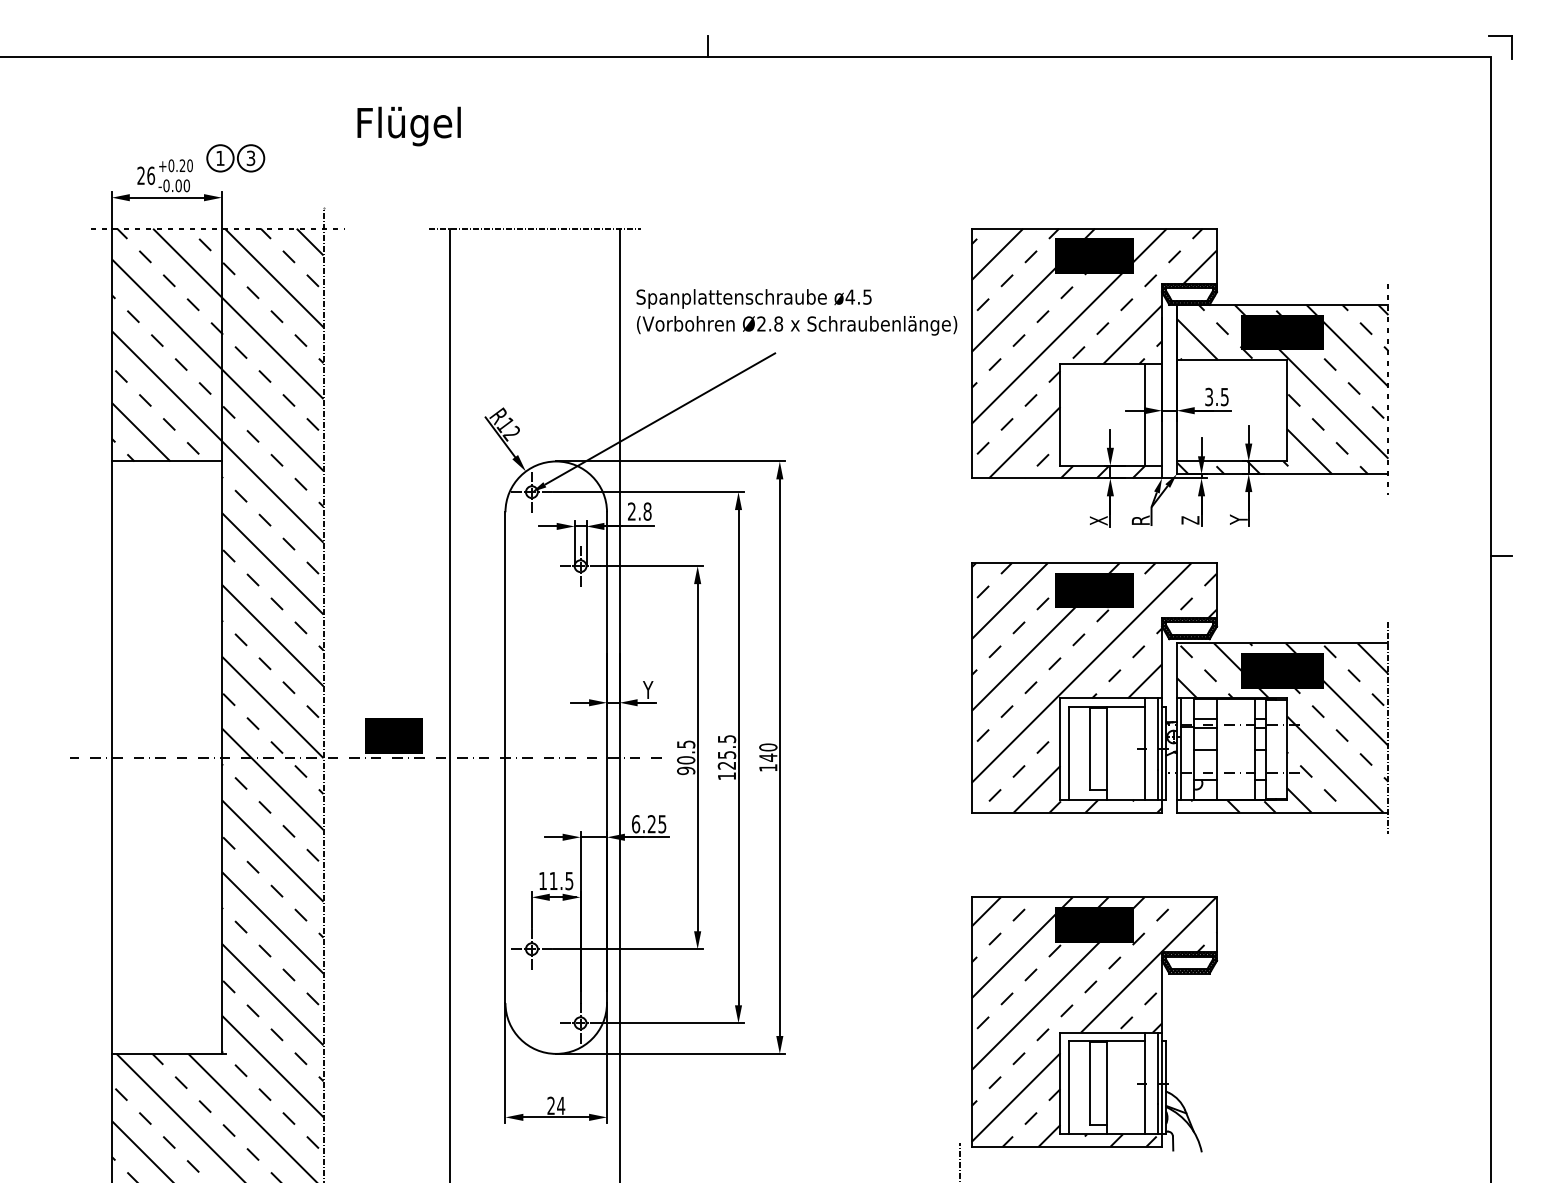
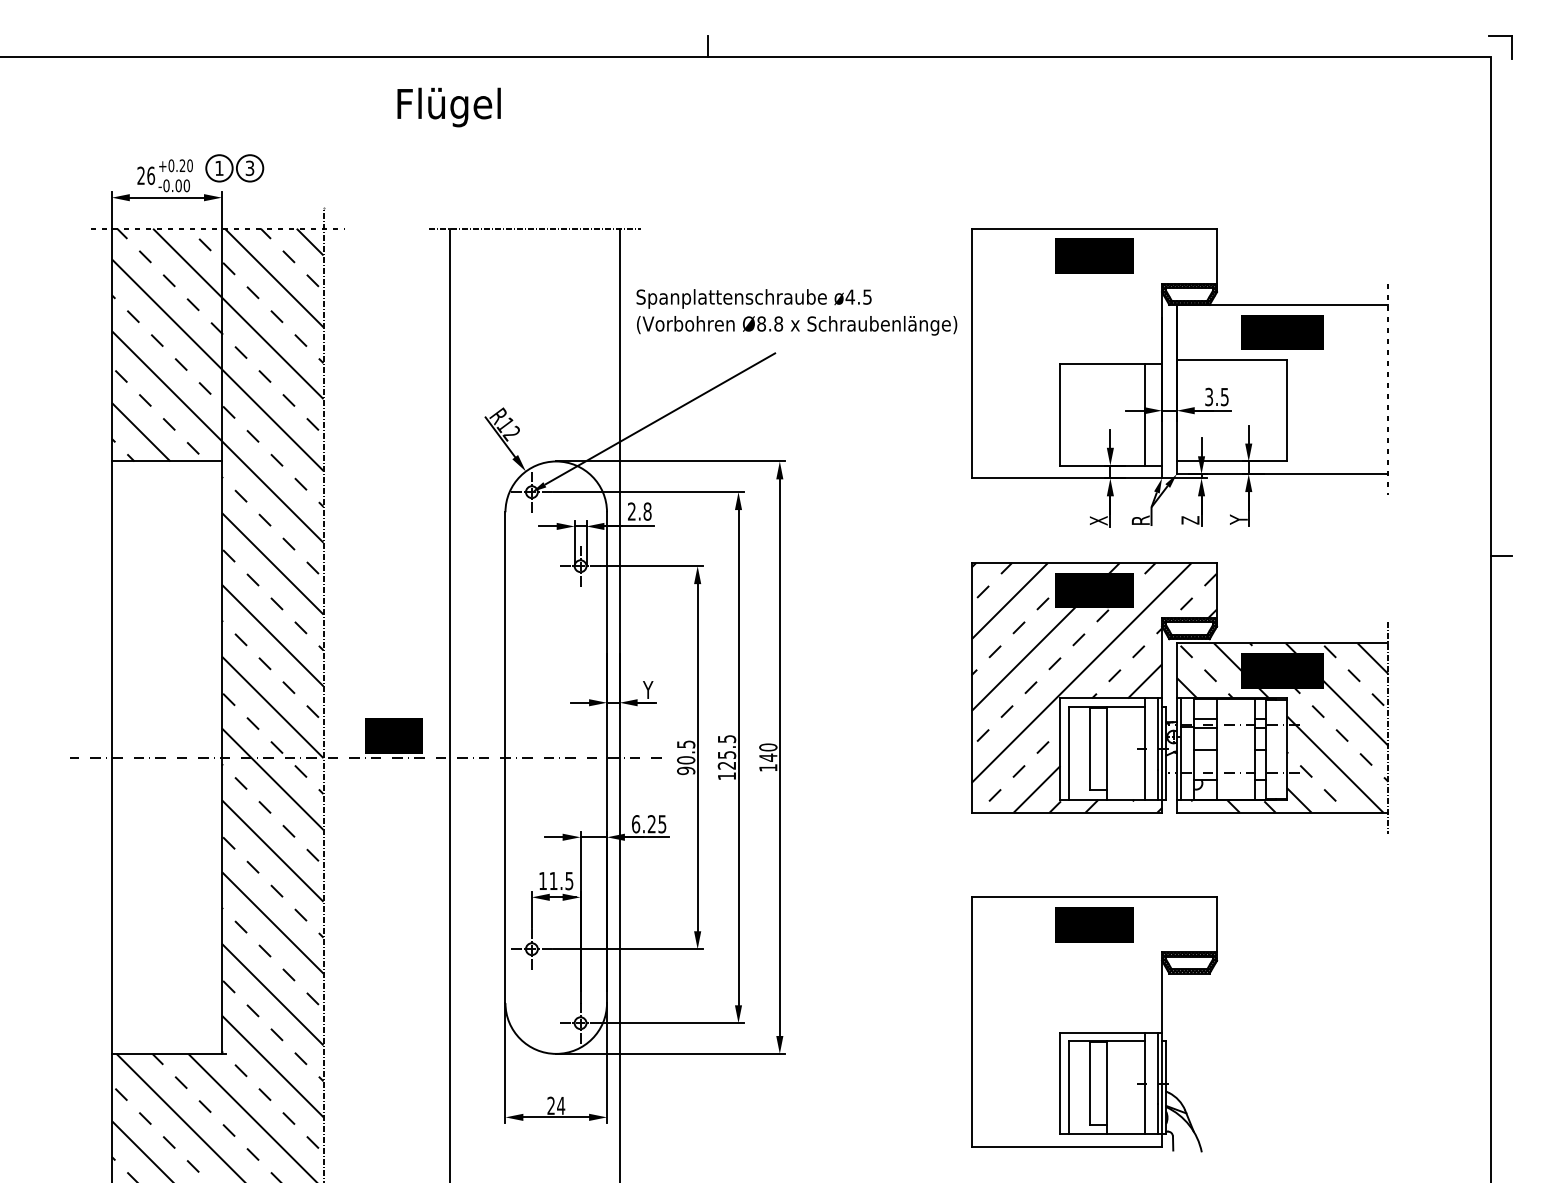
text at (408, 126) position: (408, 126) -> (448, 107)
part at (235, 158) position: (235, 158) -> (234, 168)
text at (761, 323): Ø2.8 -> Ø8.8
hatch at (1094, 353): present -> none
hatch at (1282, 389): present -> none
hatch at (1094, 1021): present -> none
line at (959, 1161): present -> none
